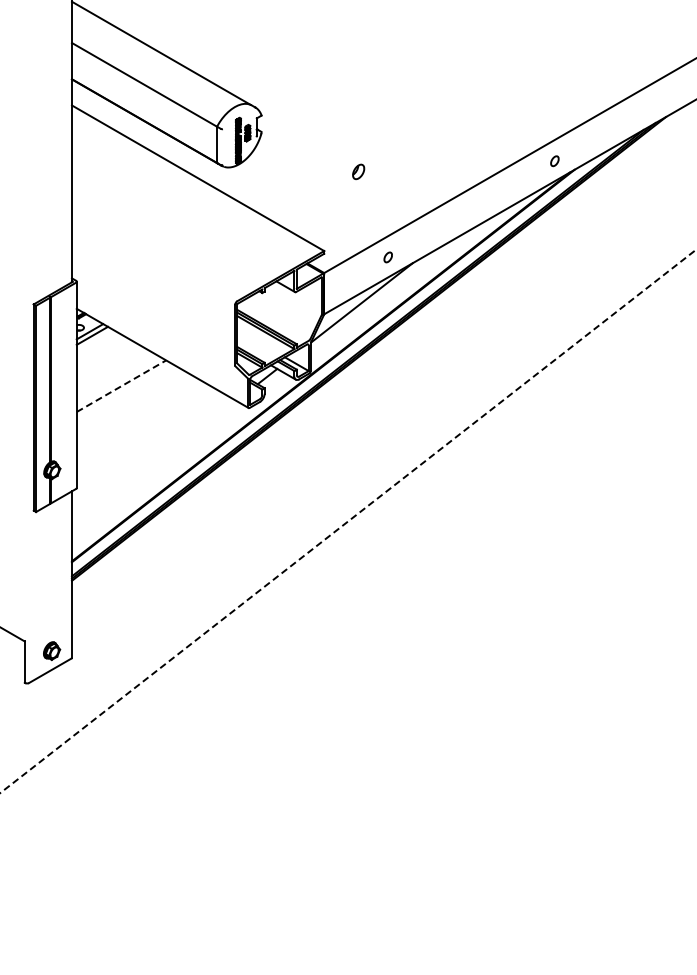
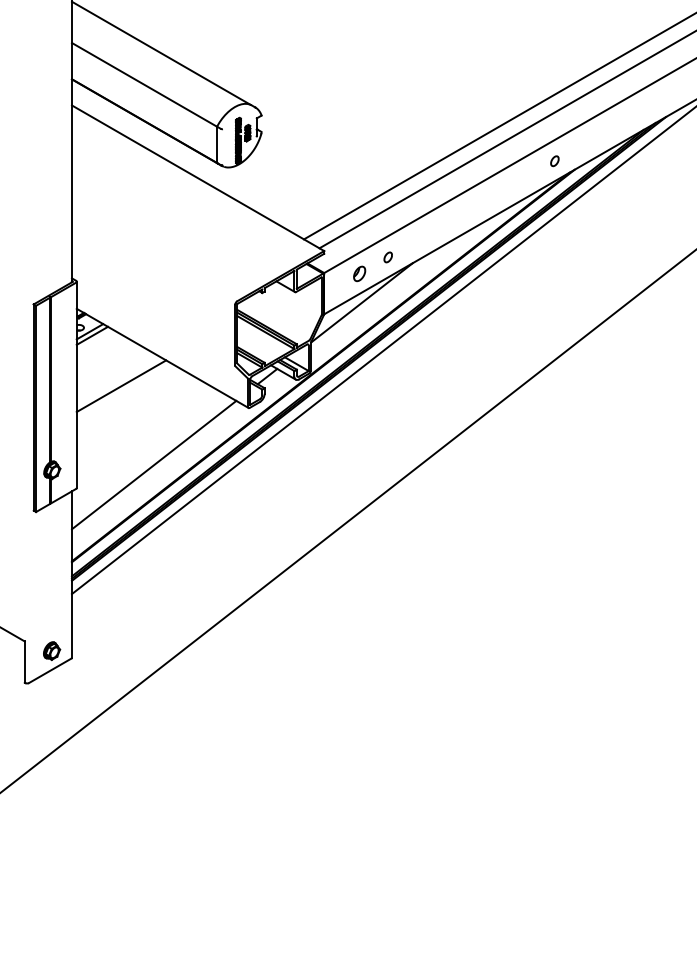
line at (498, 126): none -> present
line at (506, 140): none -> present
part at (358, 171) position: (358, 171) -> (359, 273)
line at (382, 351): none -> present
line at (121, 386): dashed -> solid
line at (154, 464): none -> present
line at (348, 521): dashed -> solid
